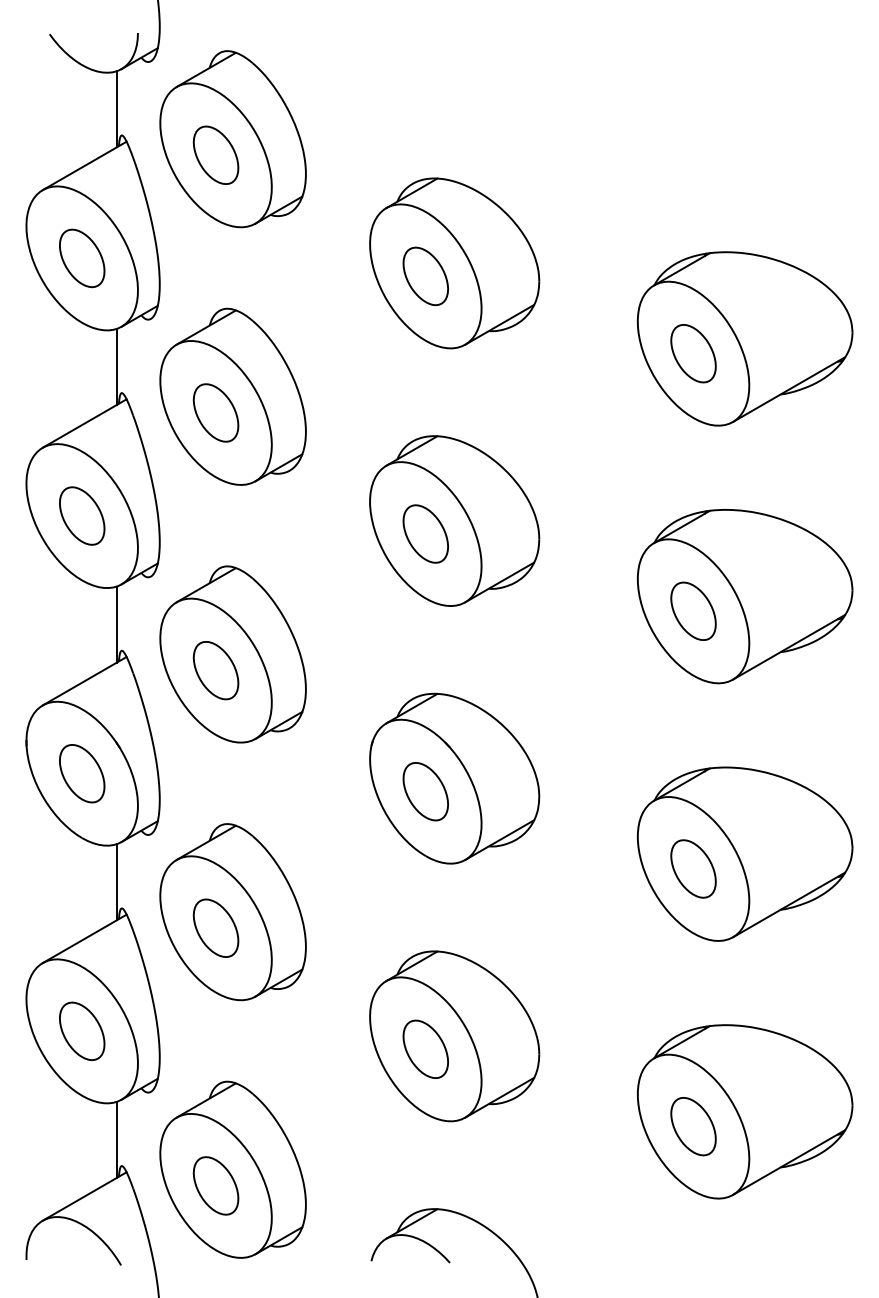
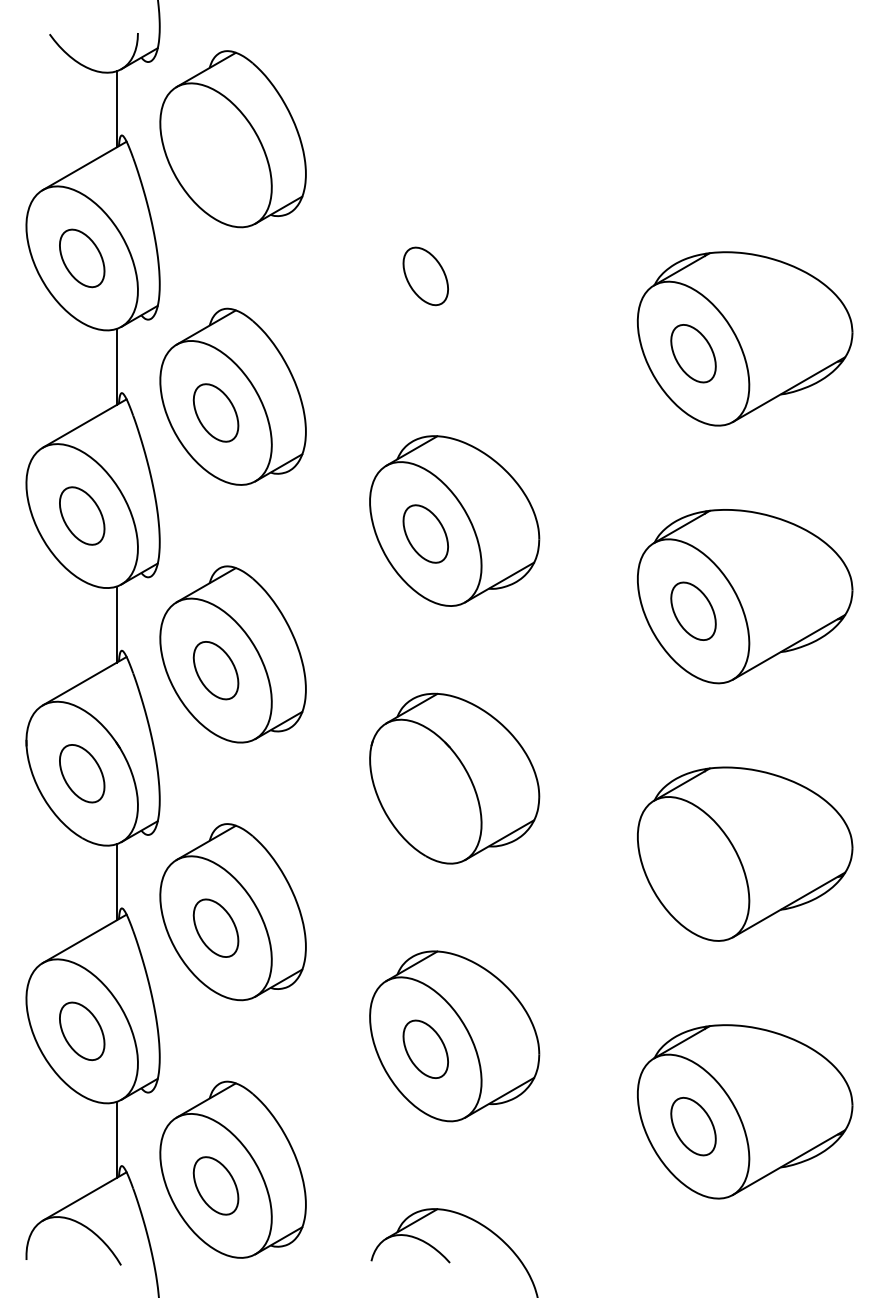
part at (215, 154): present -> none
part at (454, 263): present -> none
part at (425, 791): present -> none
part at (693, 868): present -> none
